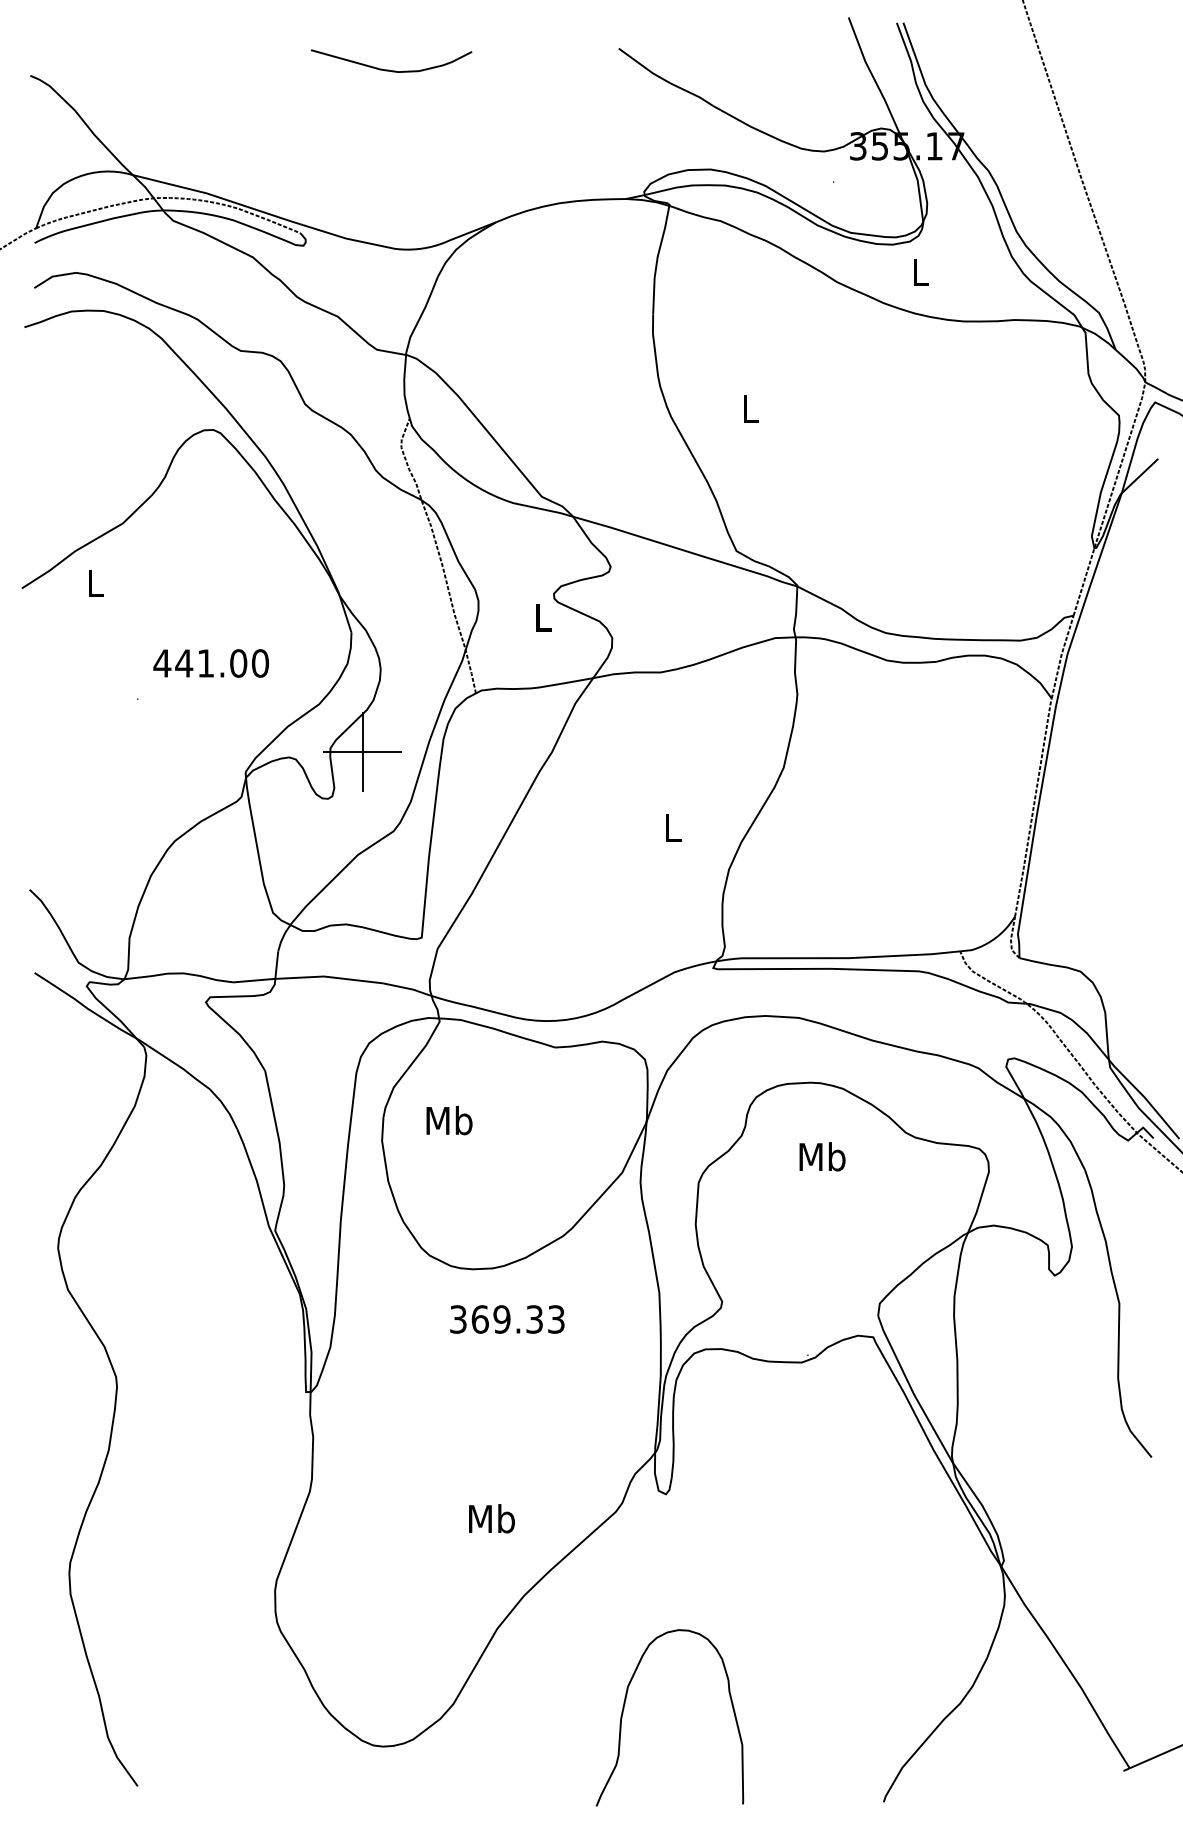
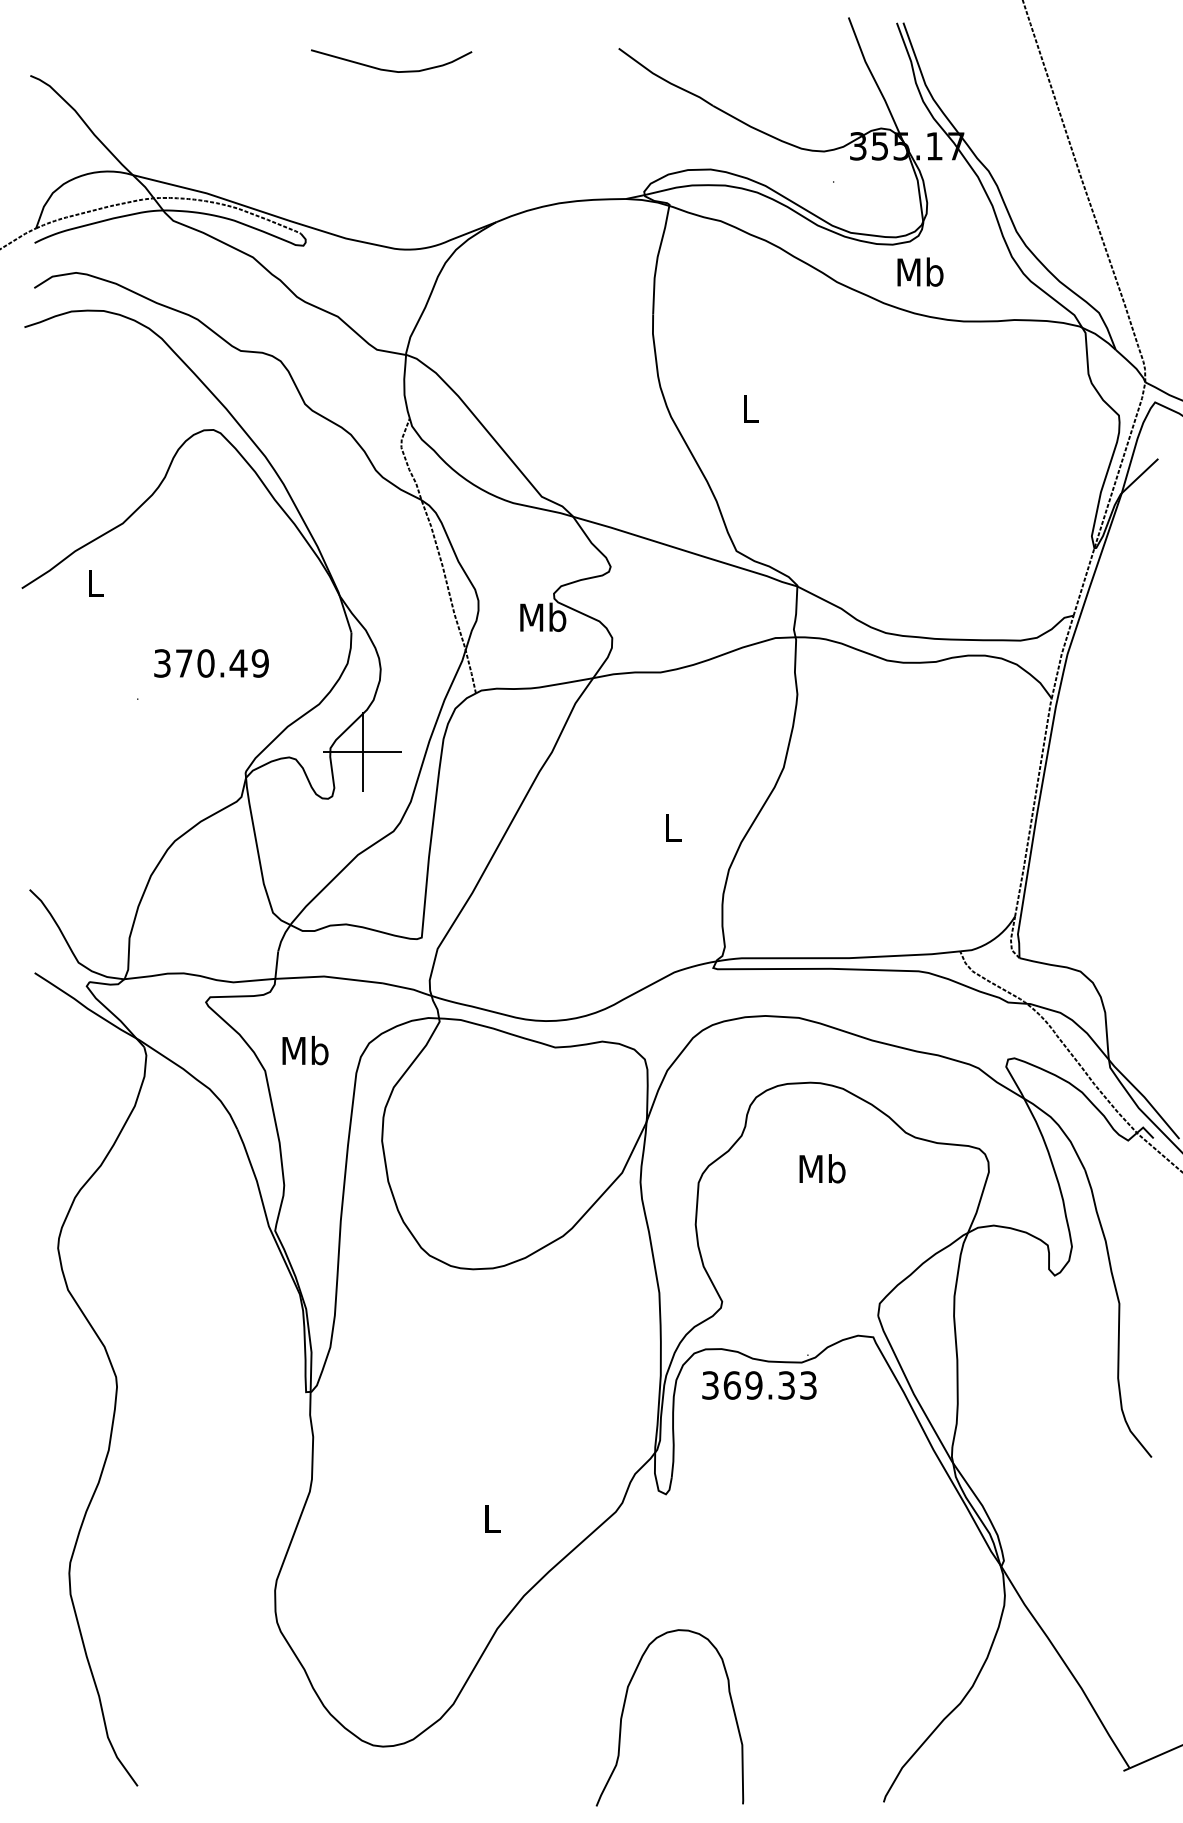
text at (920, 271): L -> Mb
text at (543, 616): L -> Mb
text at (211, 663): 441.00 -> 370.49
text at (449, 1120) position: (449, 1120) -> (305, 1050)
text at (822, 1156) position: (822, 1156) -> (822, 1168)
text at (507, 1319) position: (507, 1319) -> (759, 1385)
text at (491, 1518): Mb -> L
